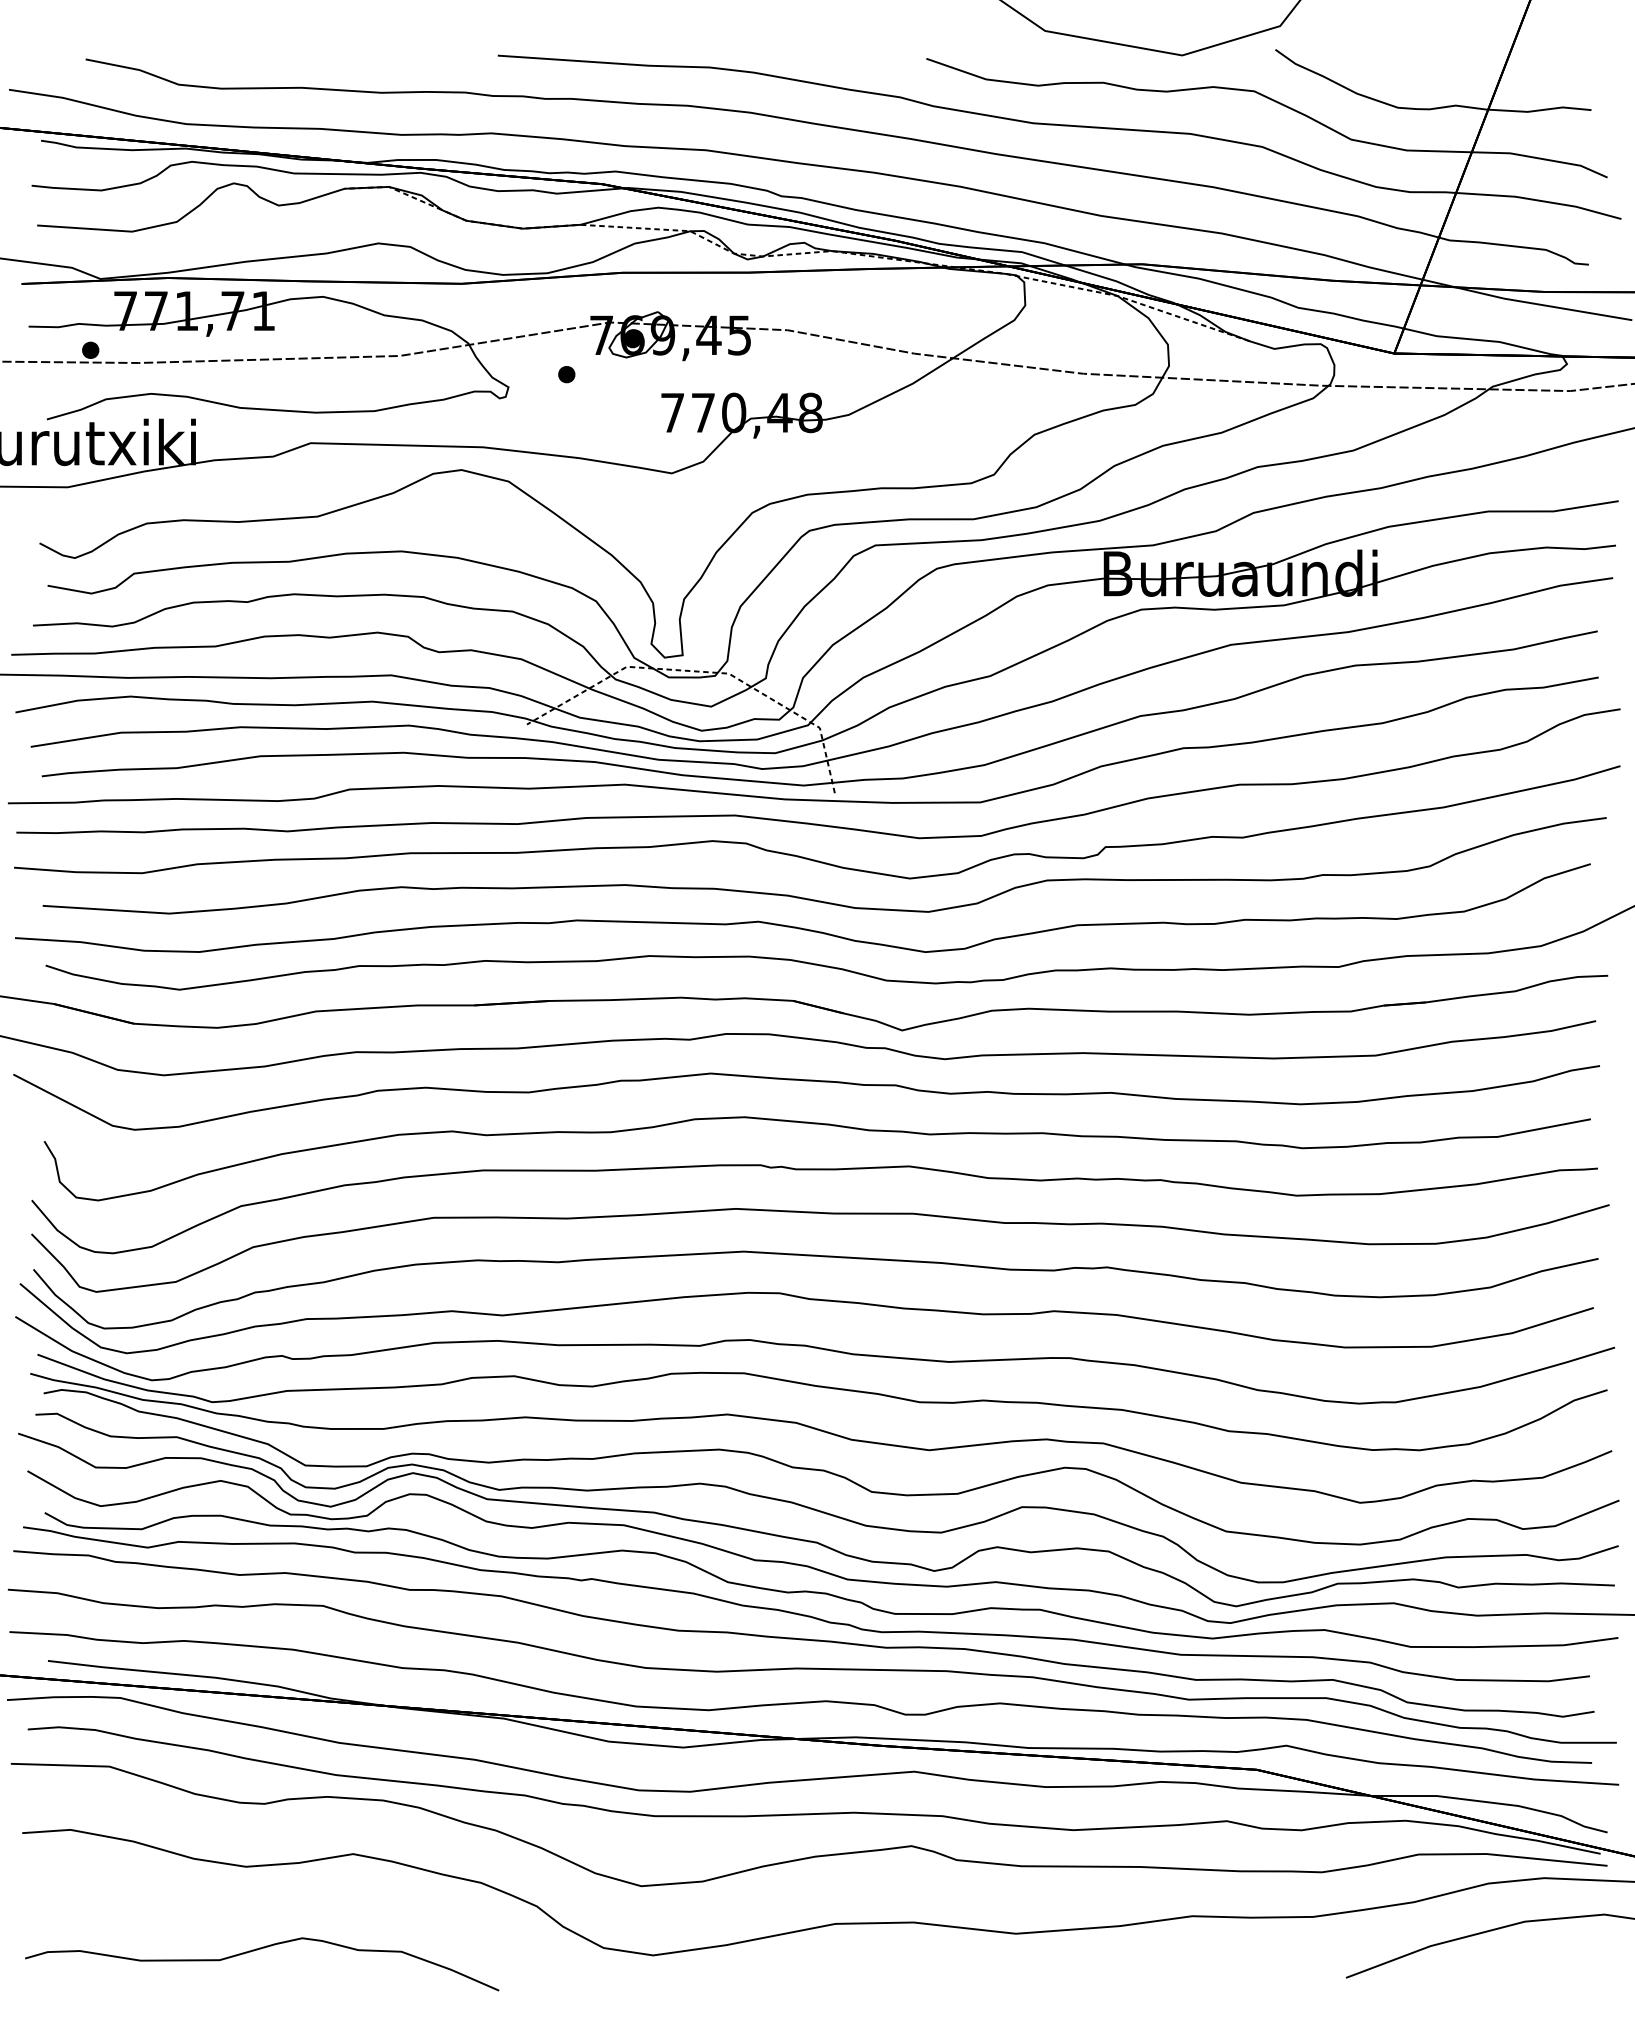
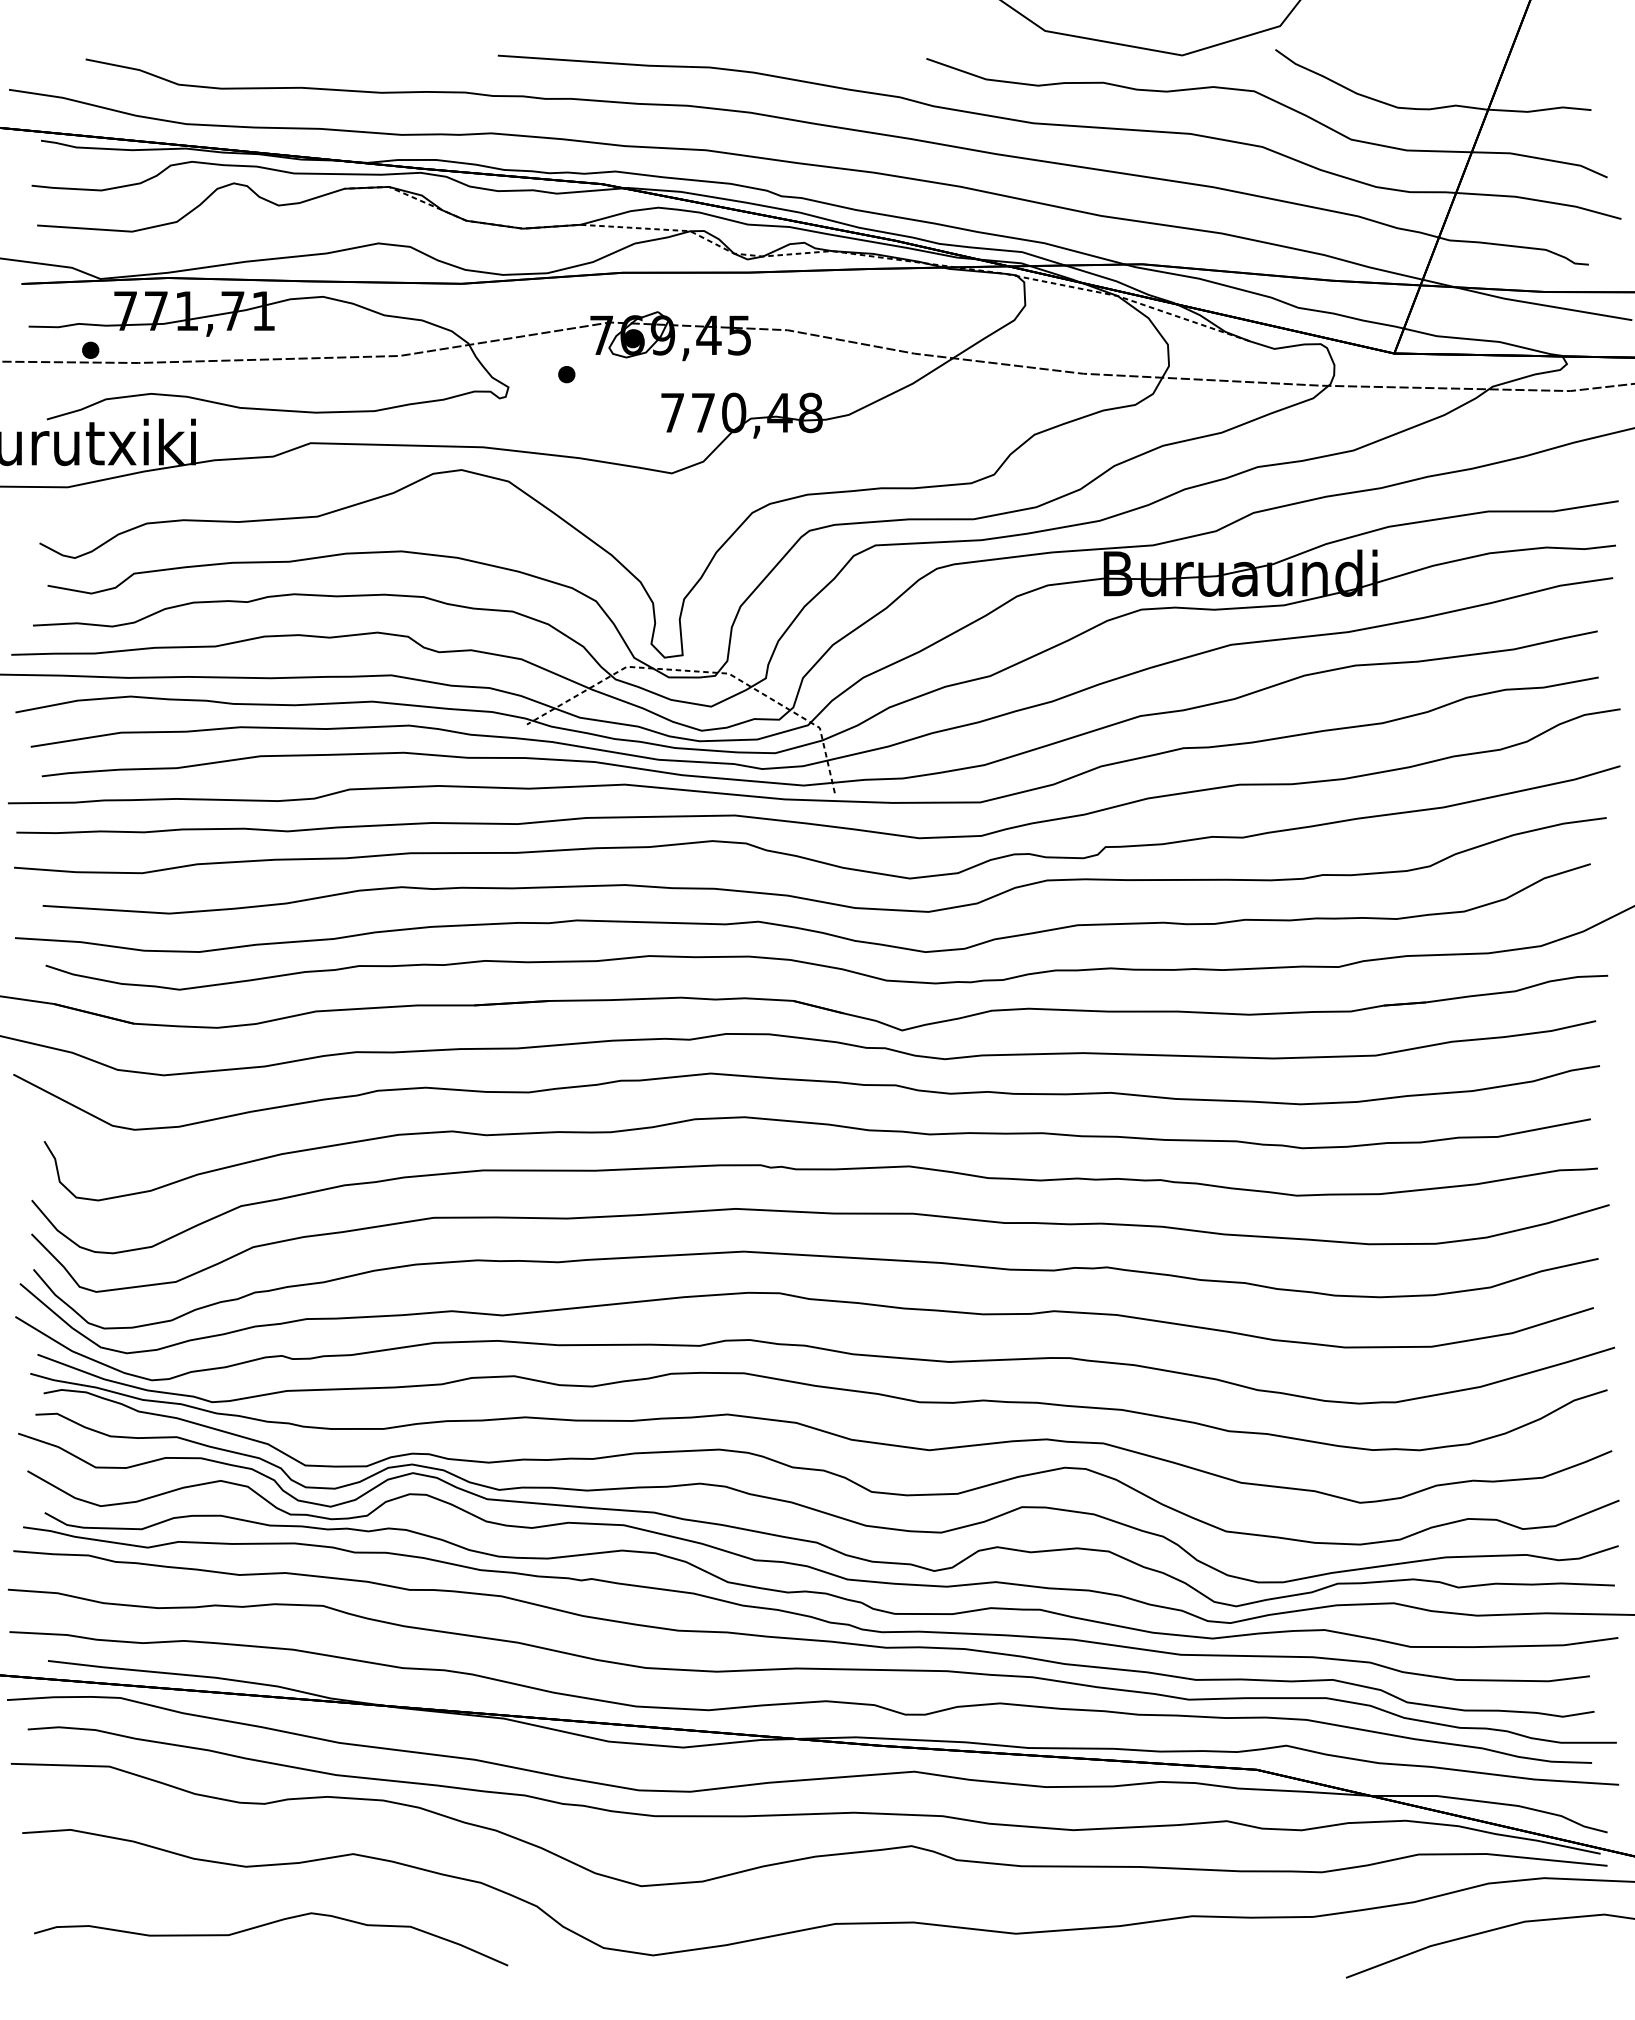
curve at (257, 1950) position: (257, 1950) -> (266, 1925)
